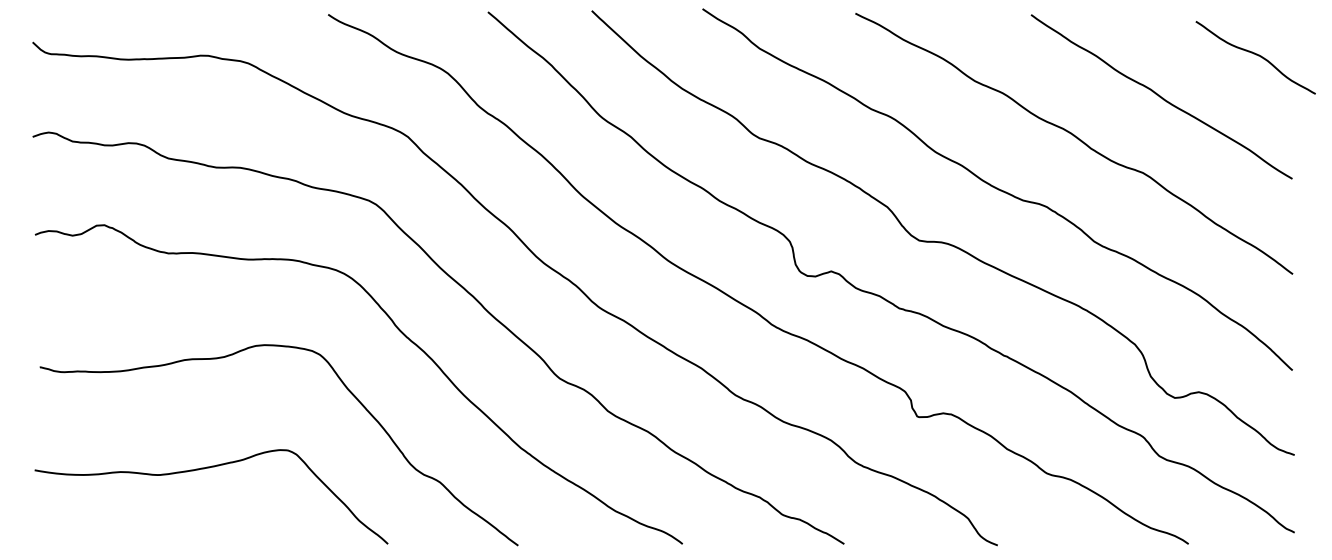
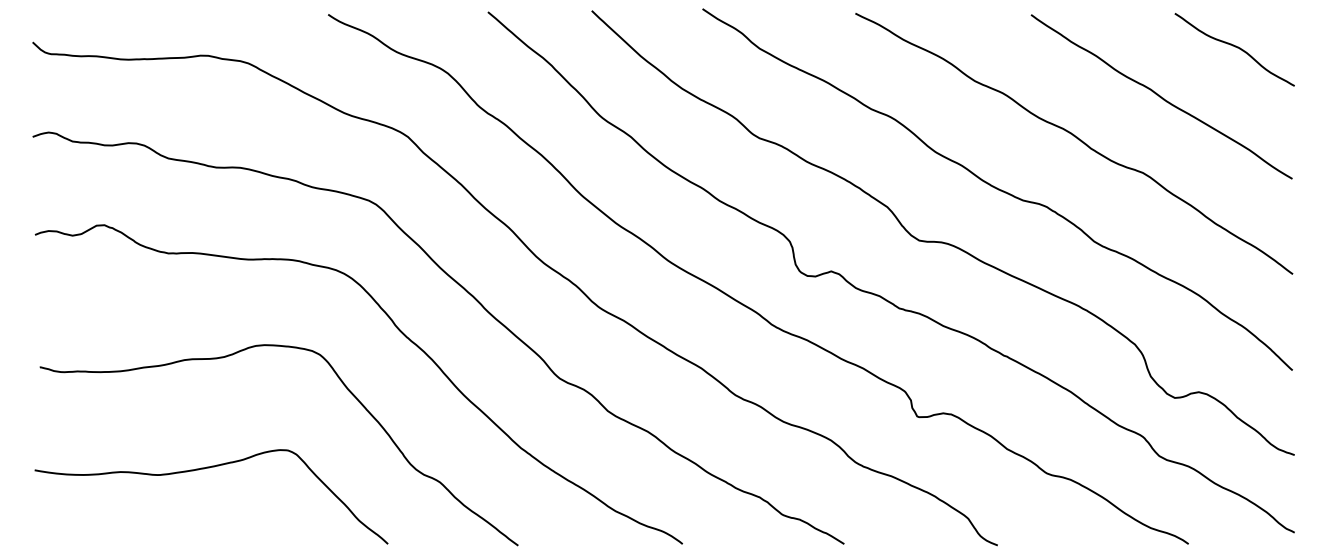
curve at (1256, 55) position: (1256, 55) -> (1235, 47)
